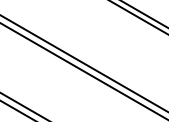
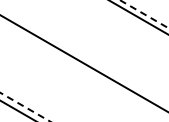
line at (144, 14): solid -> dashed
line at (83, 71): present -> none
line at (25, 107): solid -> dashed
